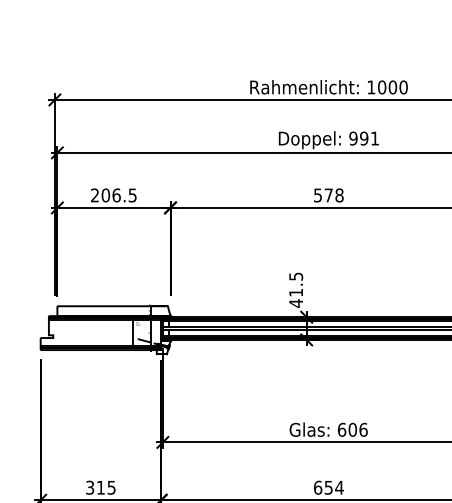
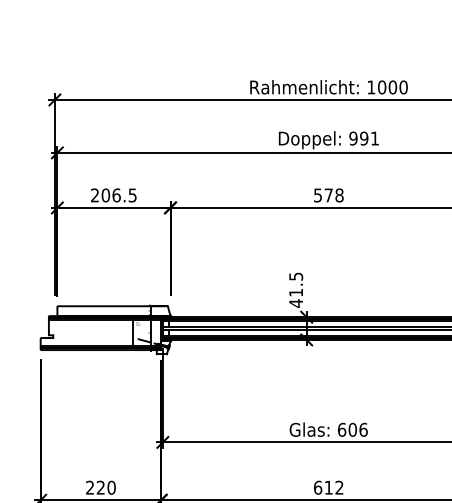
text at (100, 487): 315 -> 220
text at (333, 487): 654 -> 612
